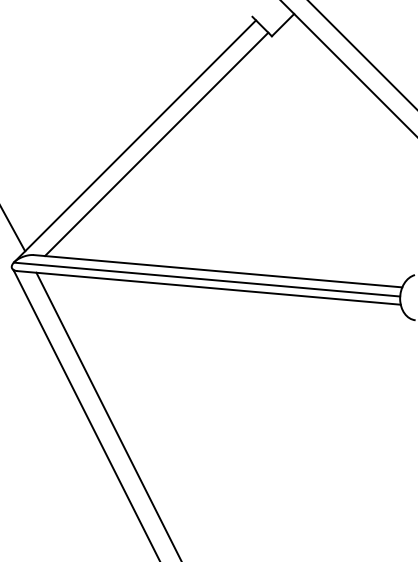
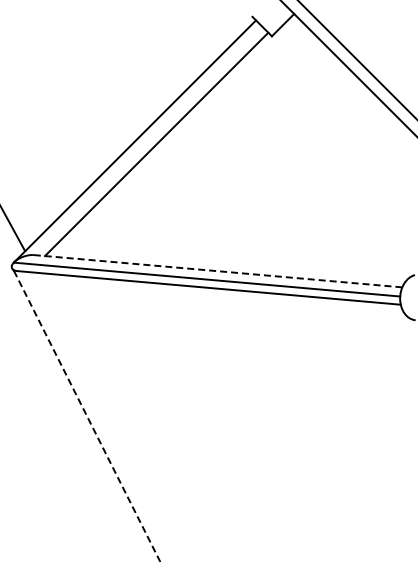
line at (361, 54) position: (361, 54) -> (356, 59)
line at (218, 271): solid -> dashed
line at (108, 415): present -> none
line at (87, 416): solid -> dashed
